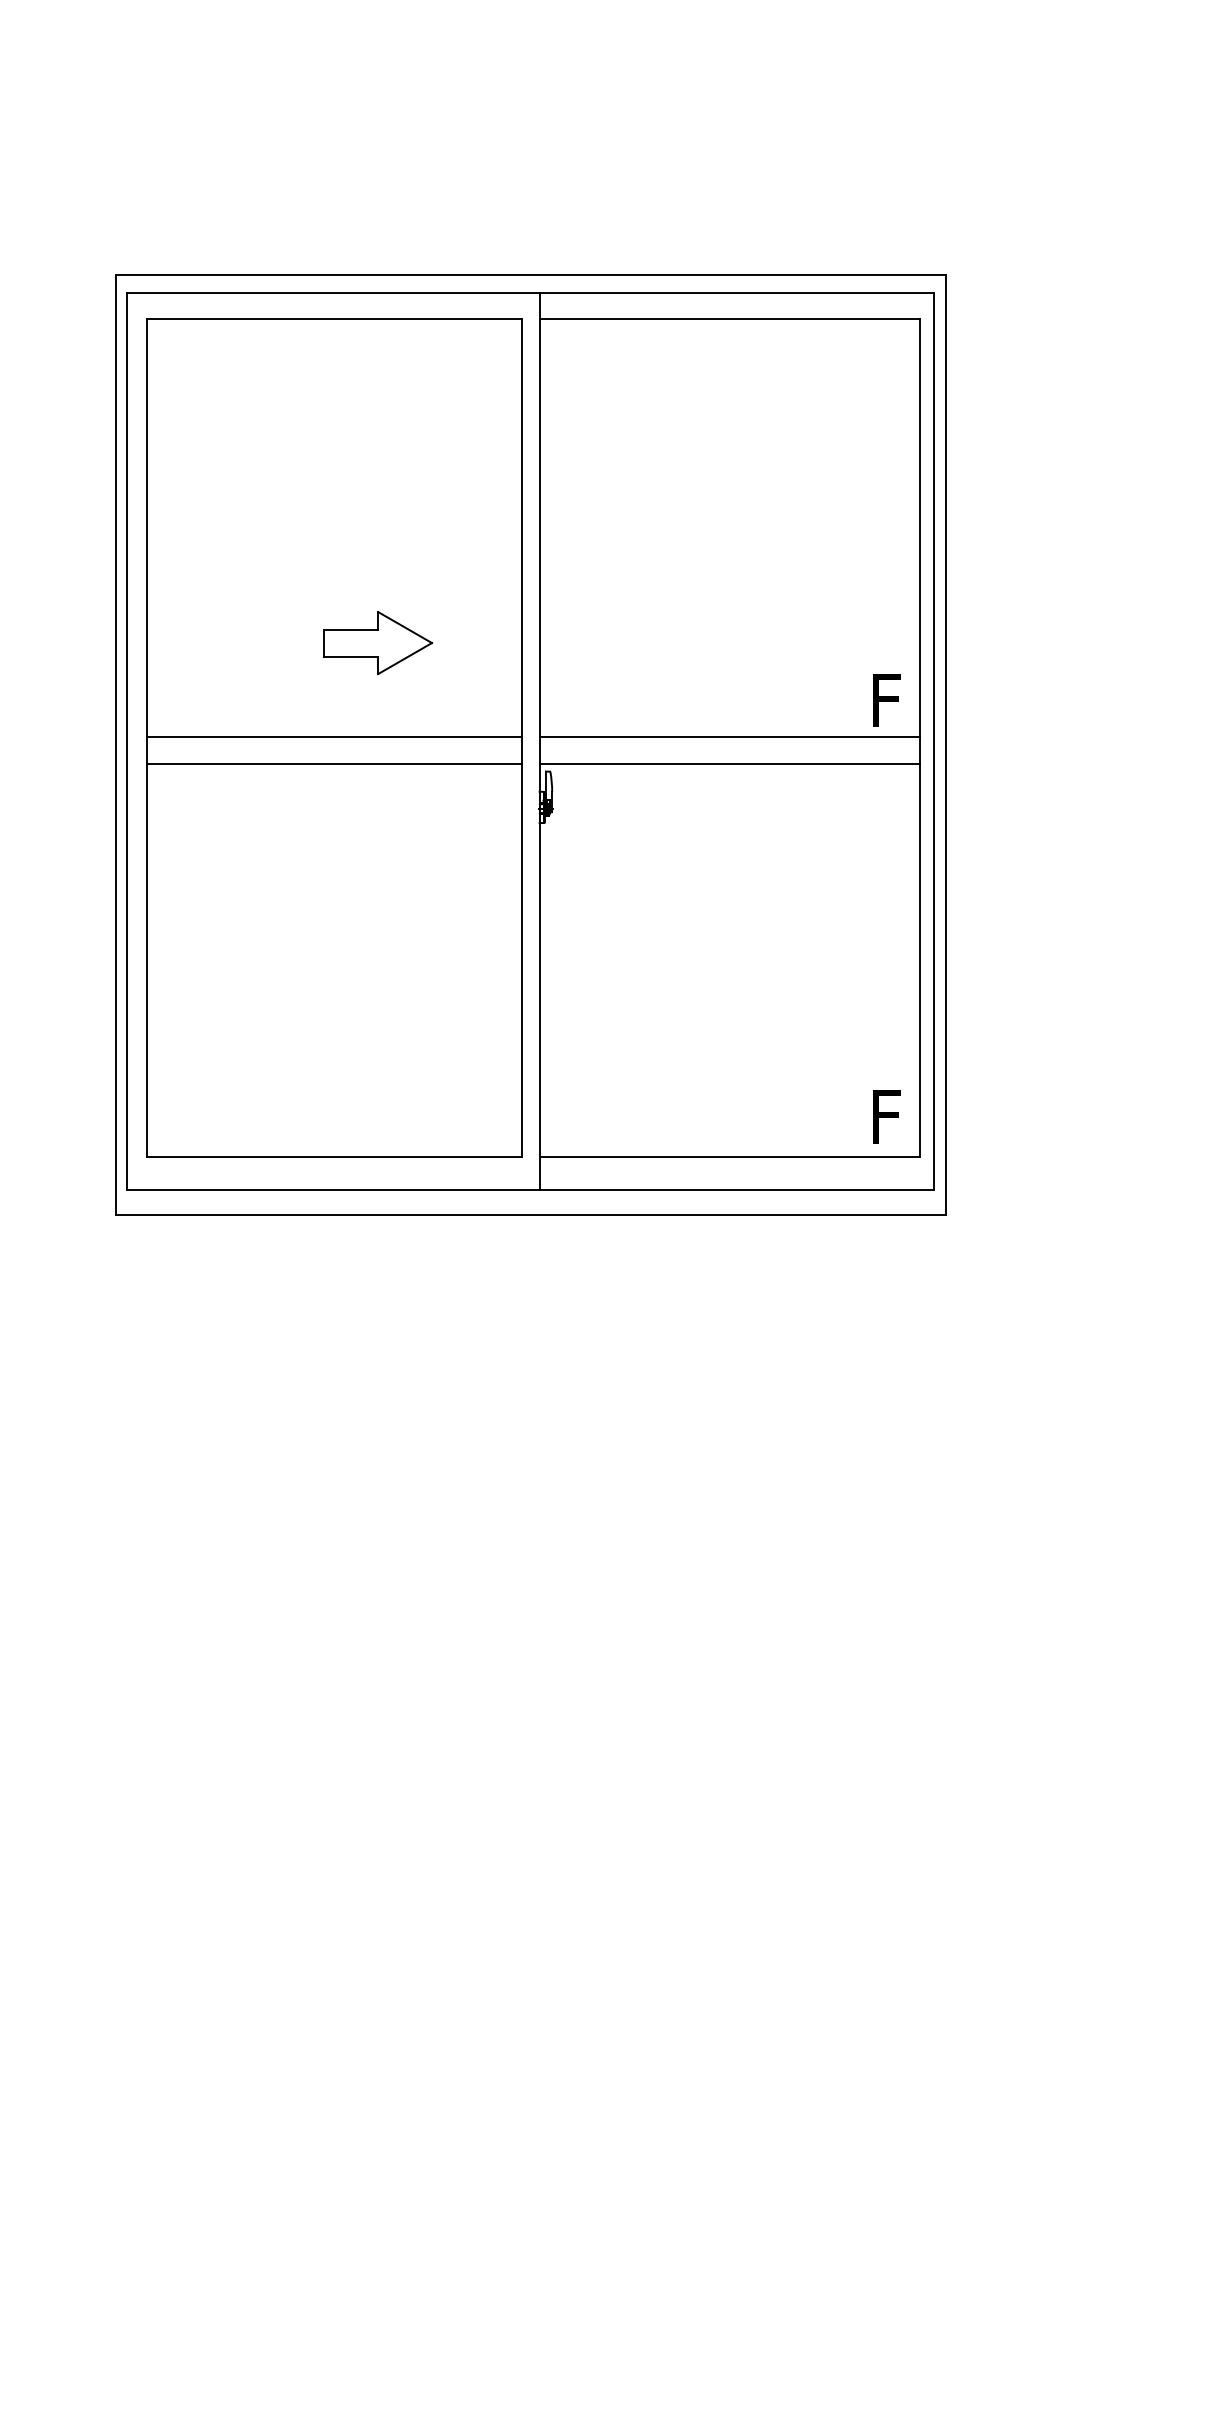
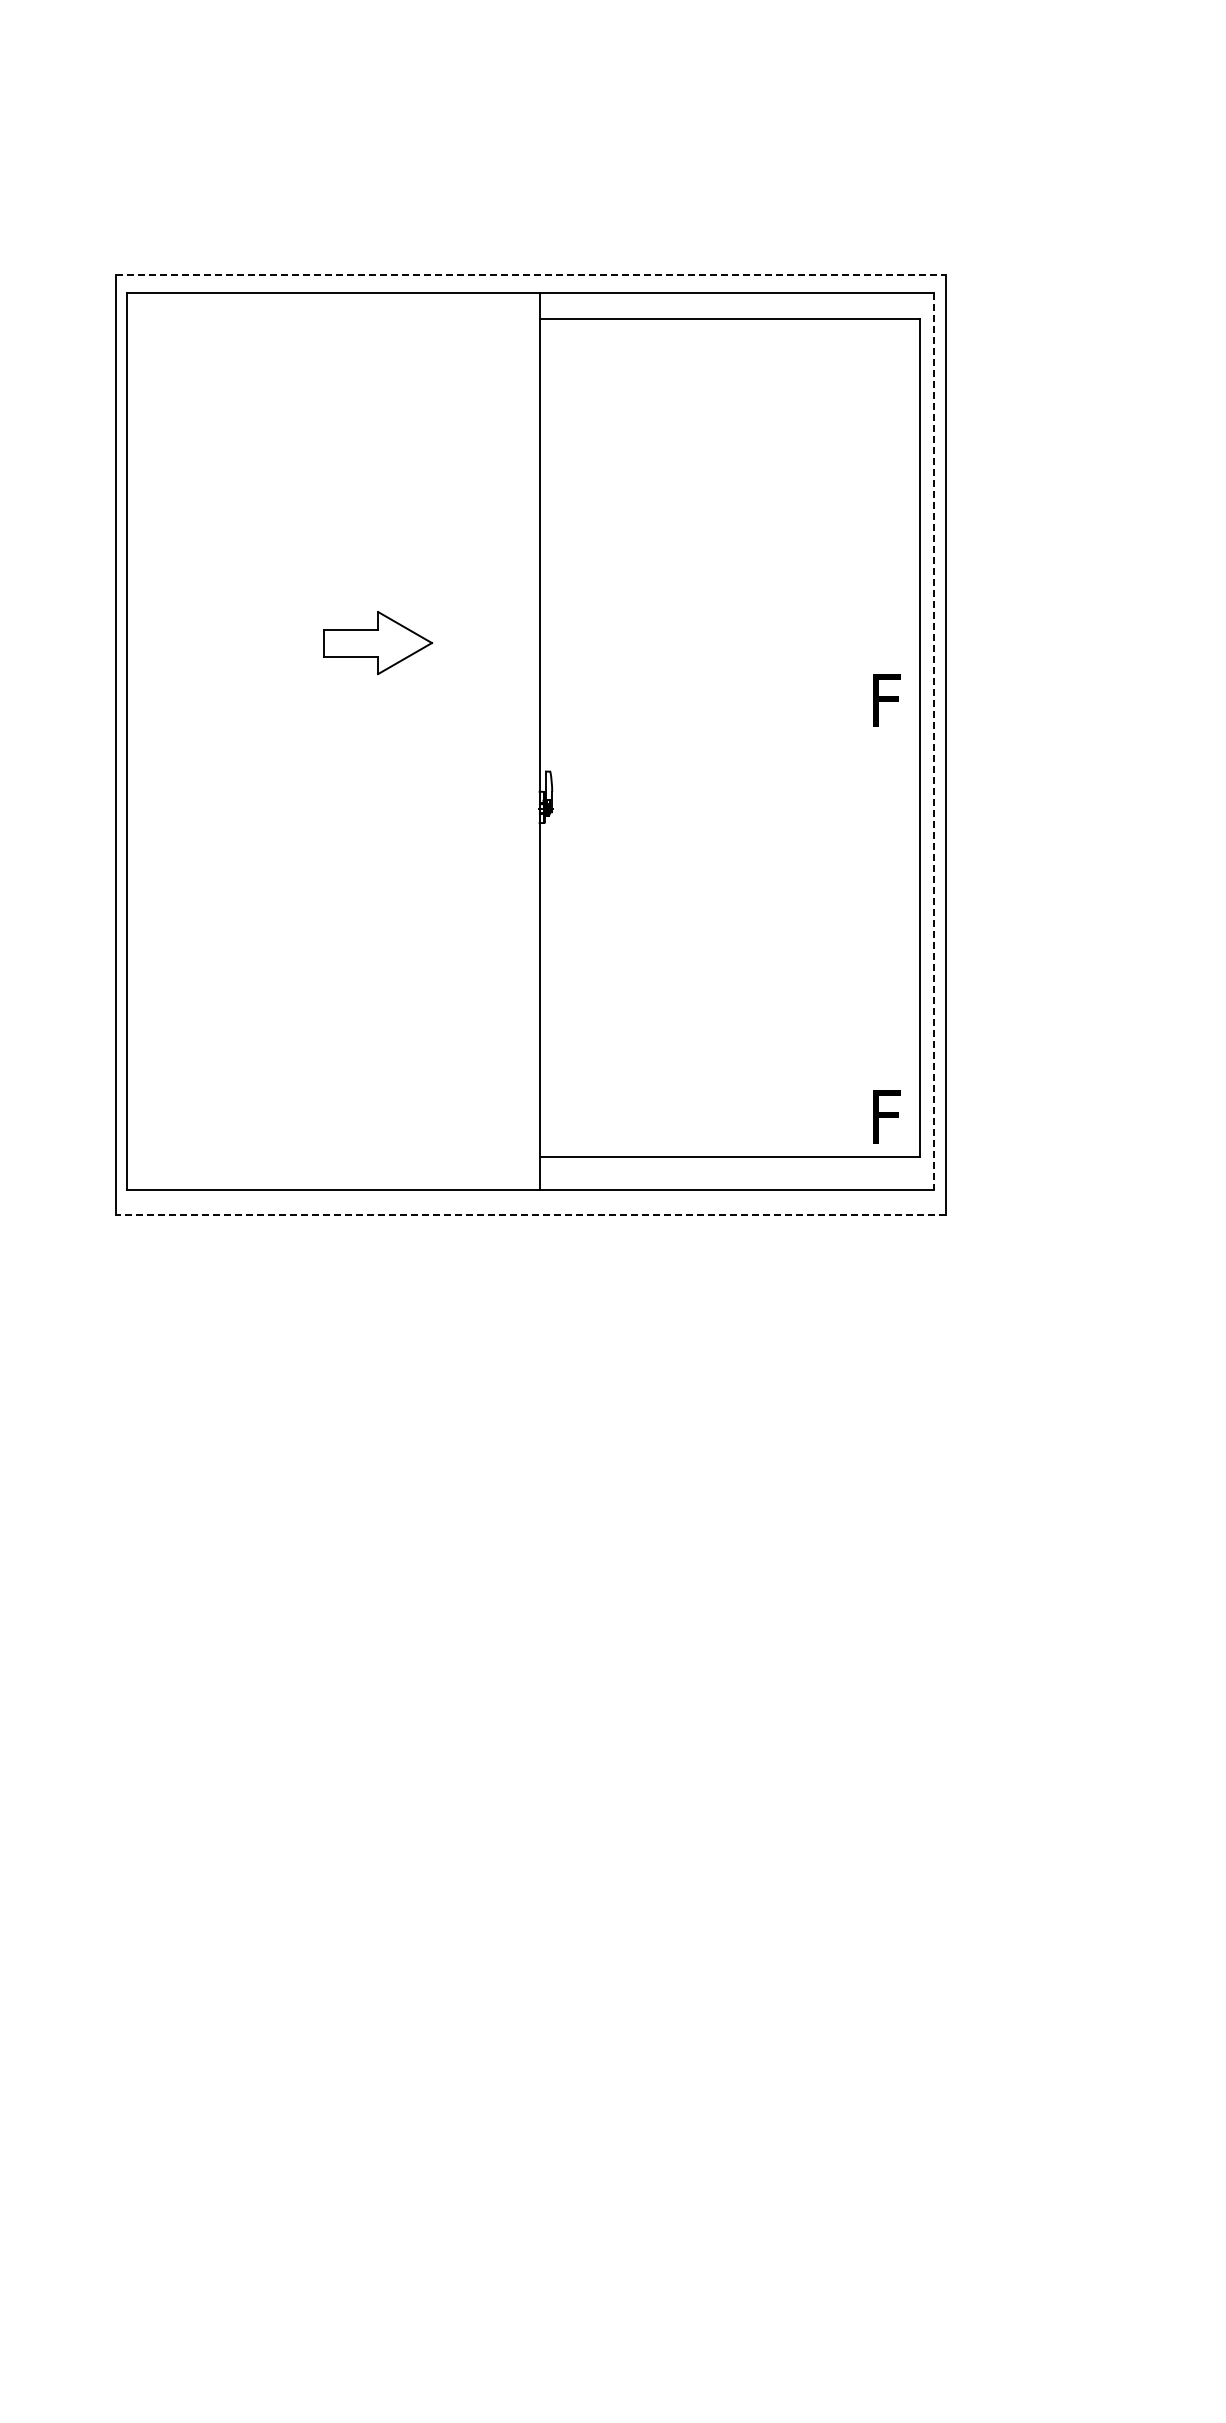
line at (530, 275): solid -> dashed
part at (334, 737): present -> none
line at (729, 737): present -> none
line at (934, 741): solid -> dashed
line at (729, 764): present -> none
line at (530, 1214): solid -> dashed
